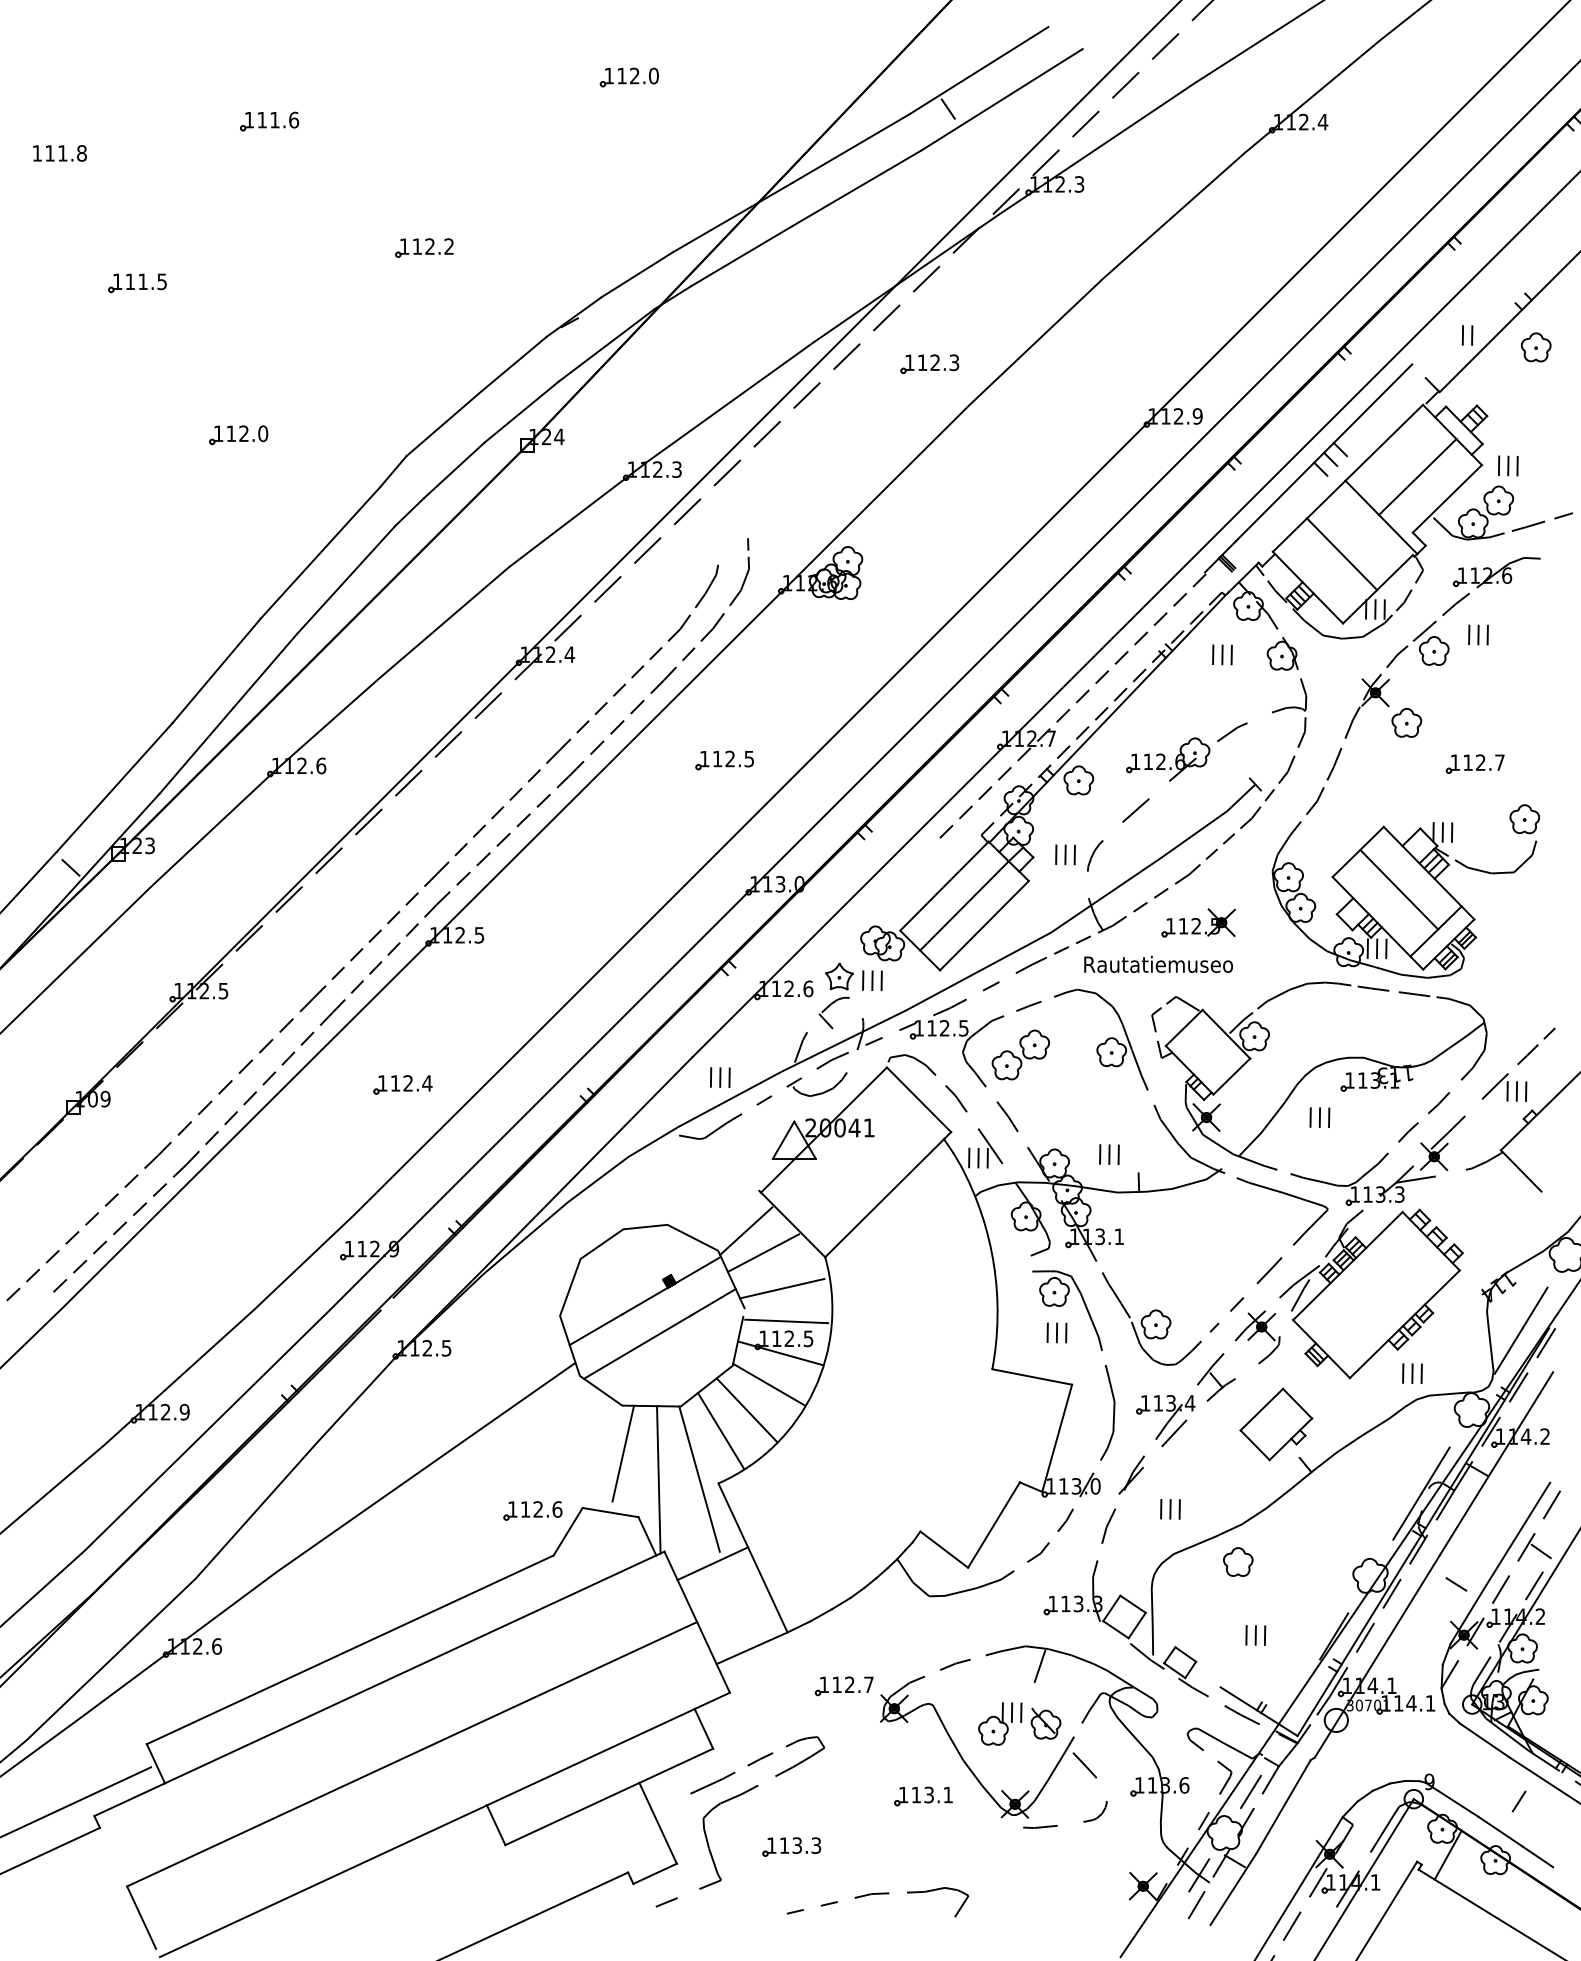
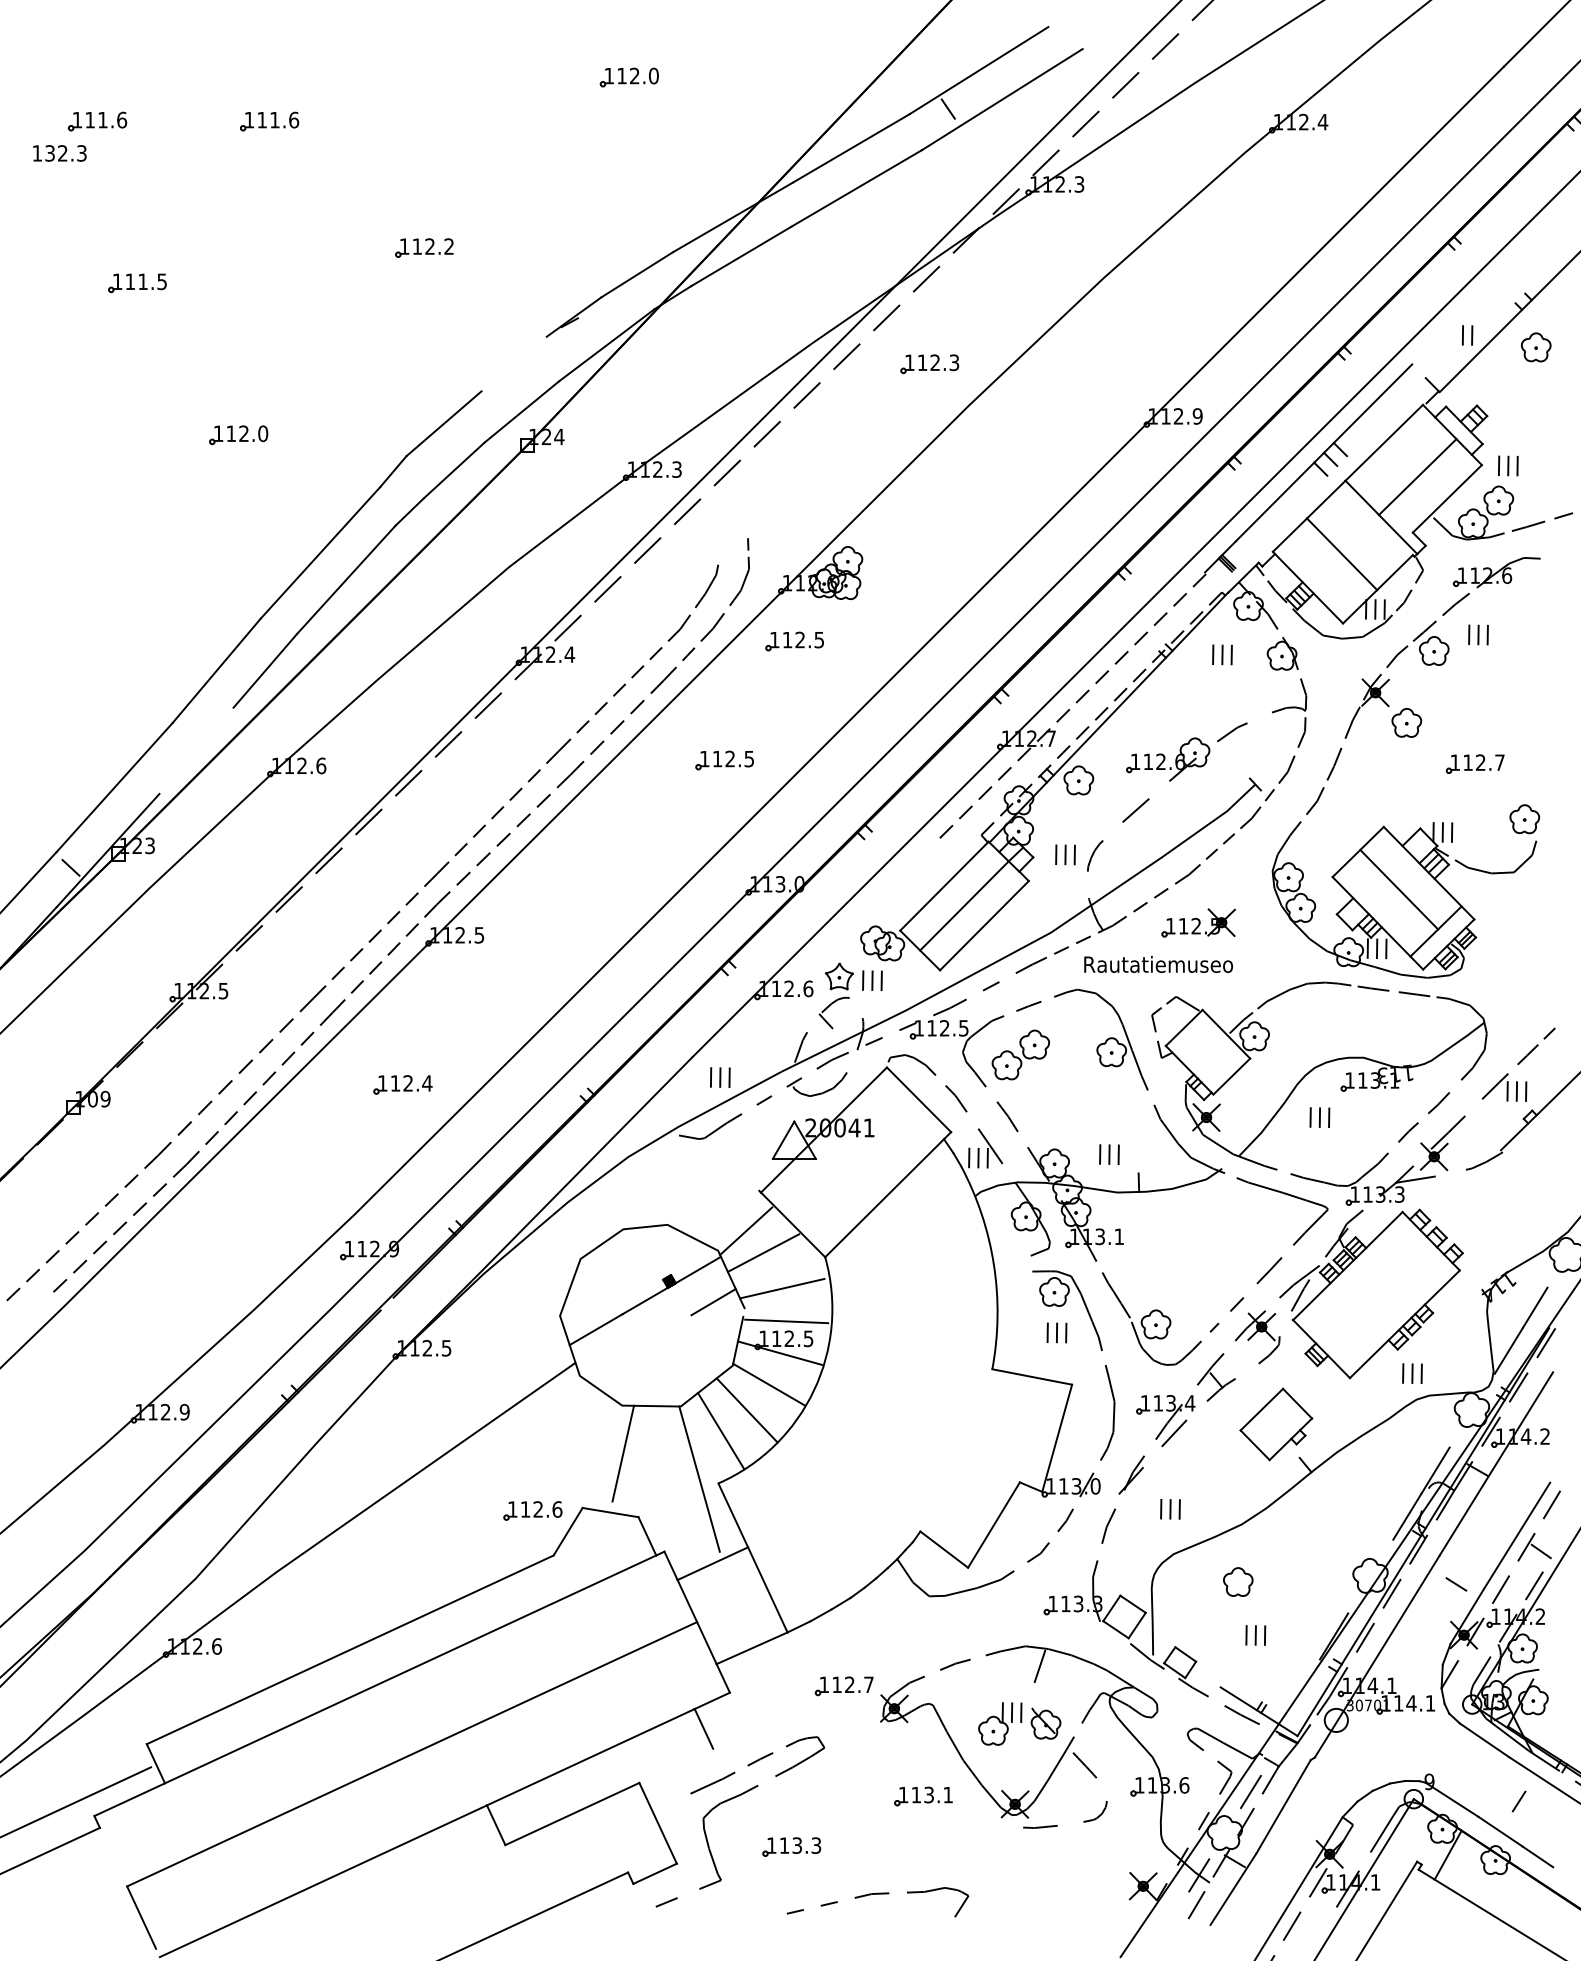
part at (97, 121): none -> present
text at (65, 153): 111.8 -> 132.3
line at (513, 363): present -> none
part at (794, 641): none -> present
line at (196, 750): present -> none
line at (1520, 1170): present -> none
line at (637, 1346): present -> none
line at (658, 1479): present -> none
part at (1238, 1561) position: (1238, 1561) -> (1238, 1581)
line at (676, 1765): present -> none
